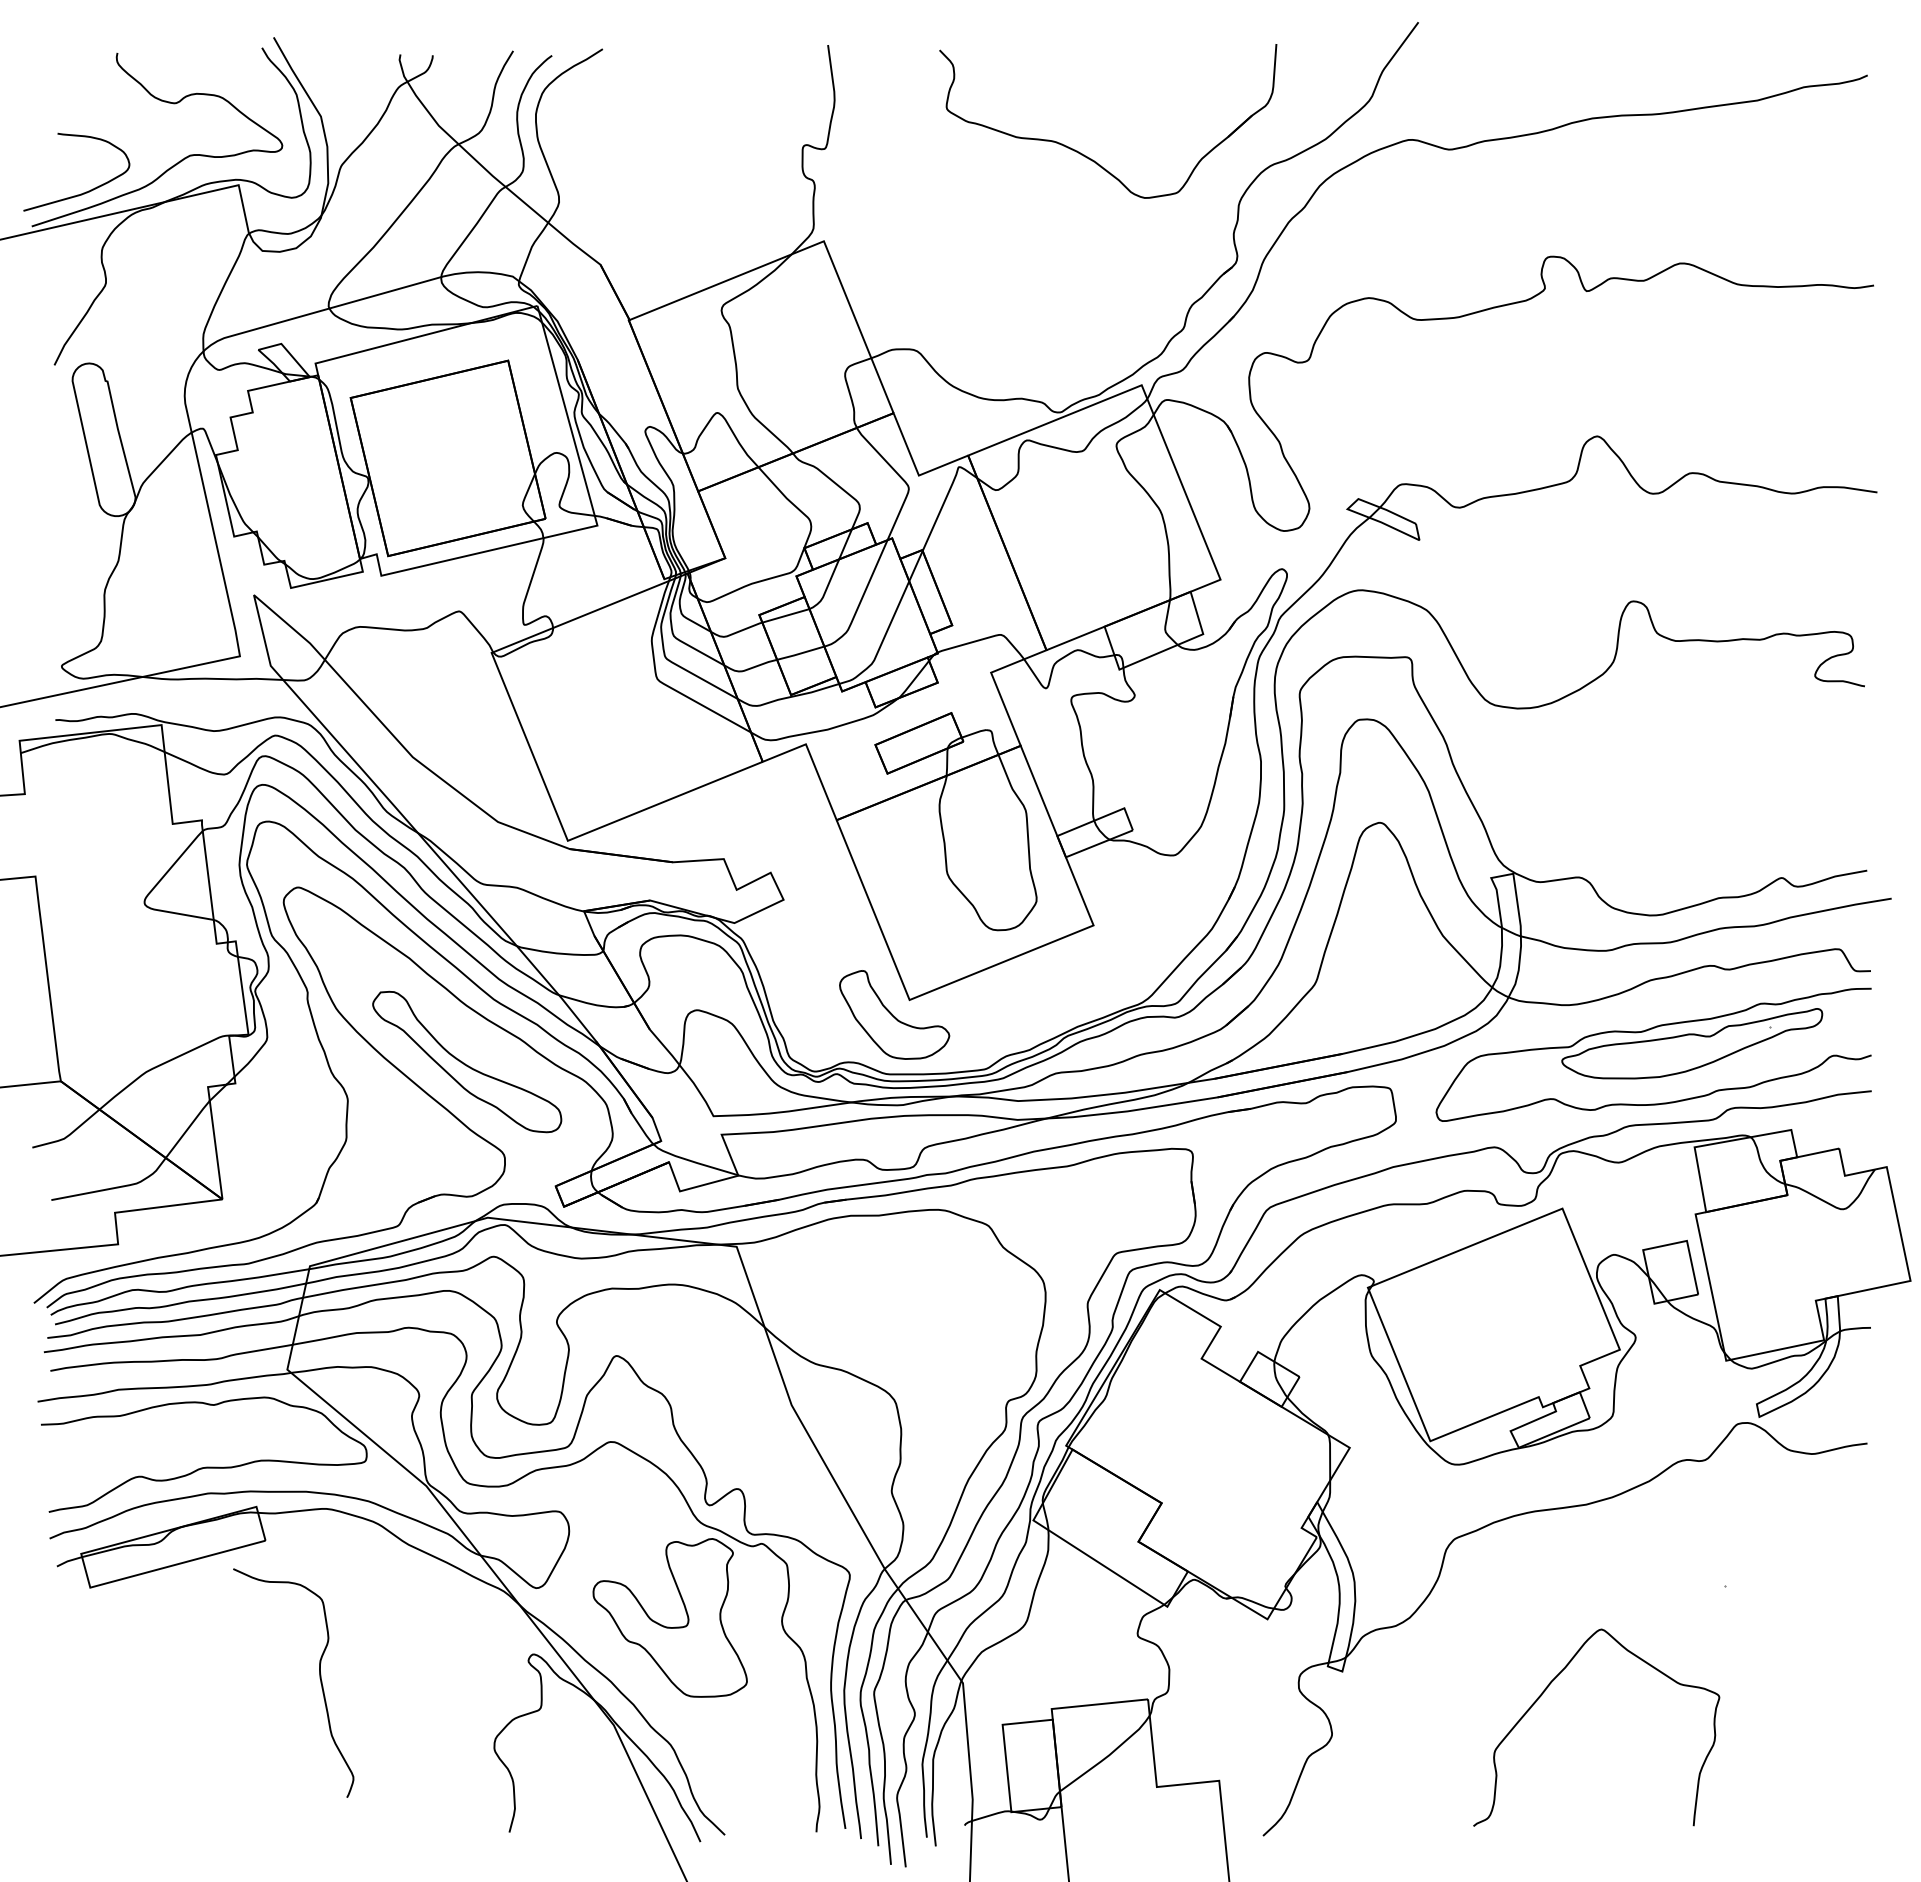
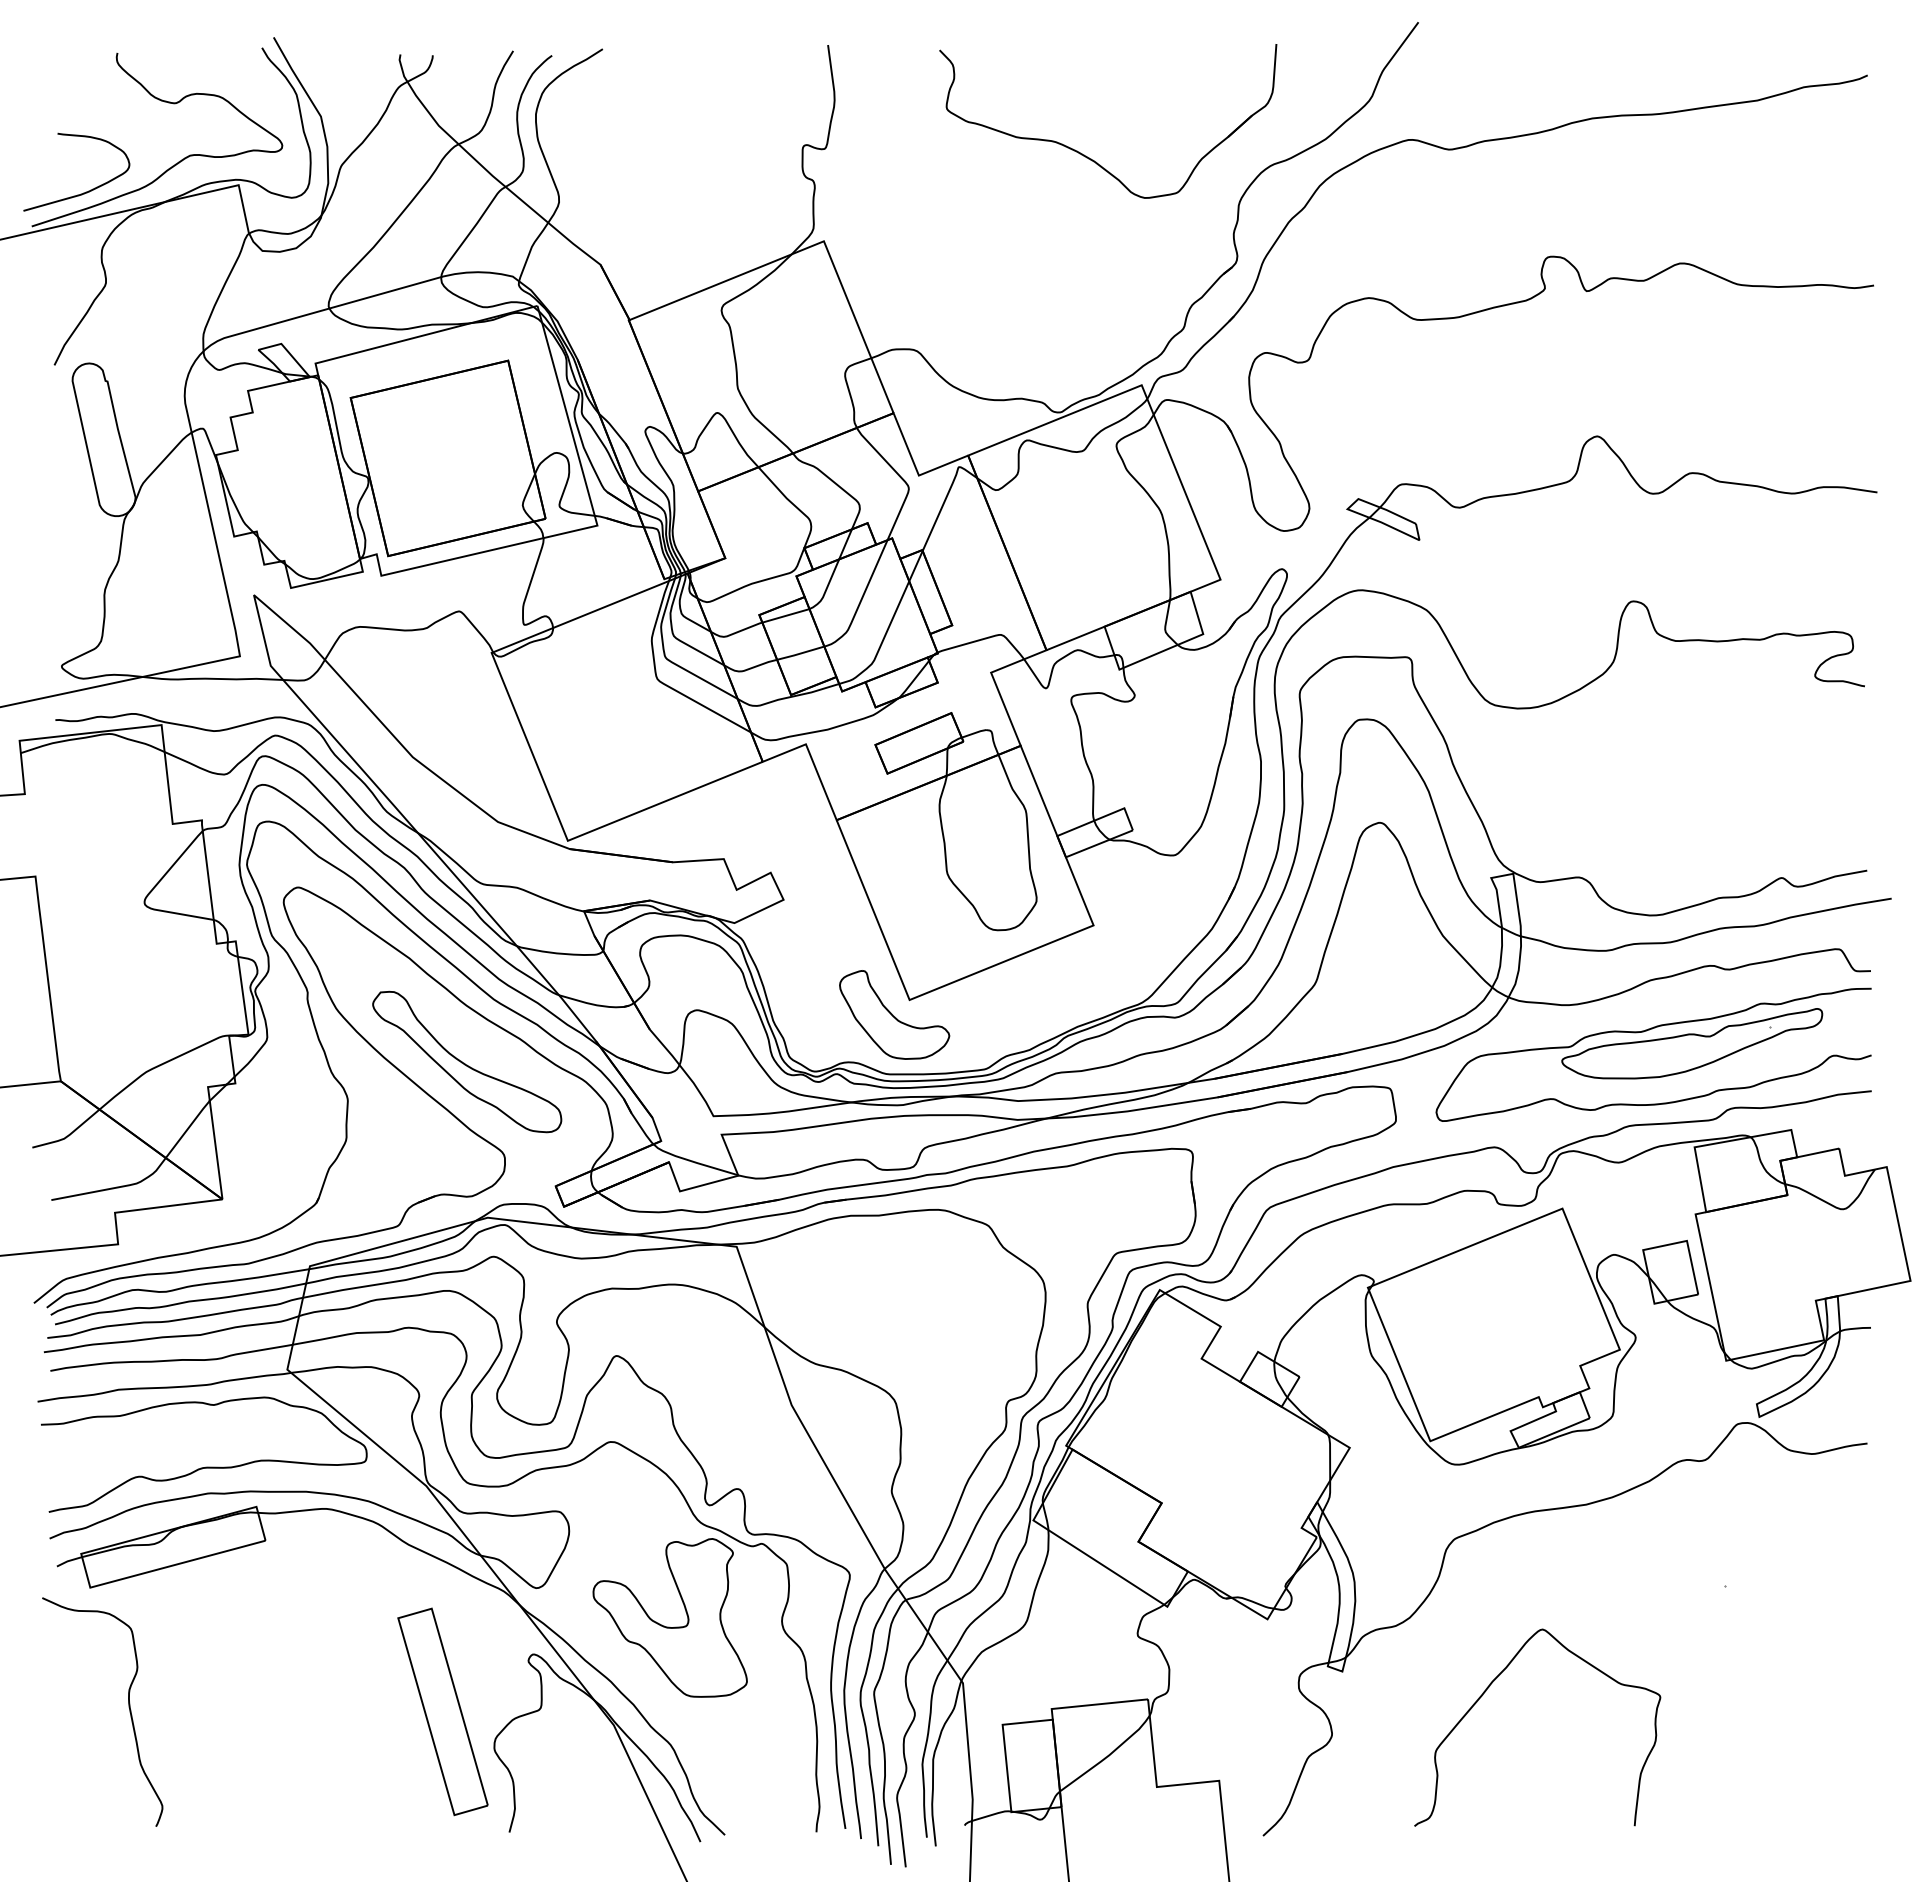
curve at (319, 1678) position: (319, 1678) -> (128, 1707)
curve at (1545, 1691) position: (1545, 1691) -> (1486, 1691)
part at (442, 1711): none -> present
